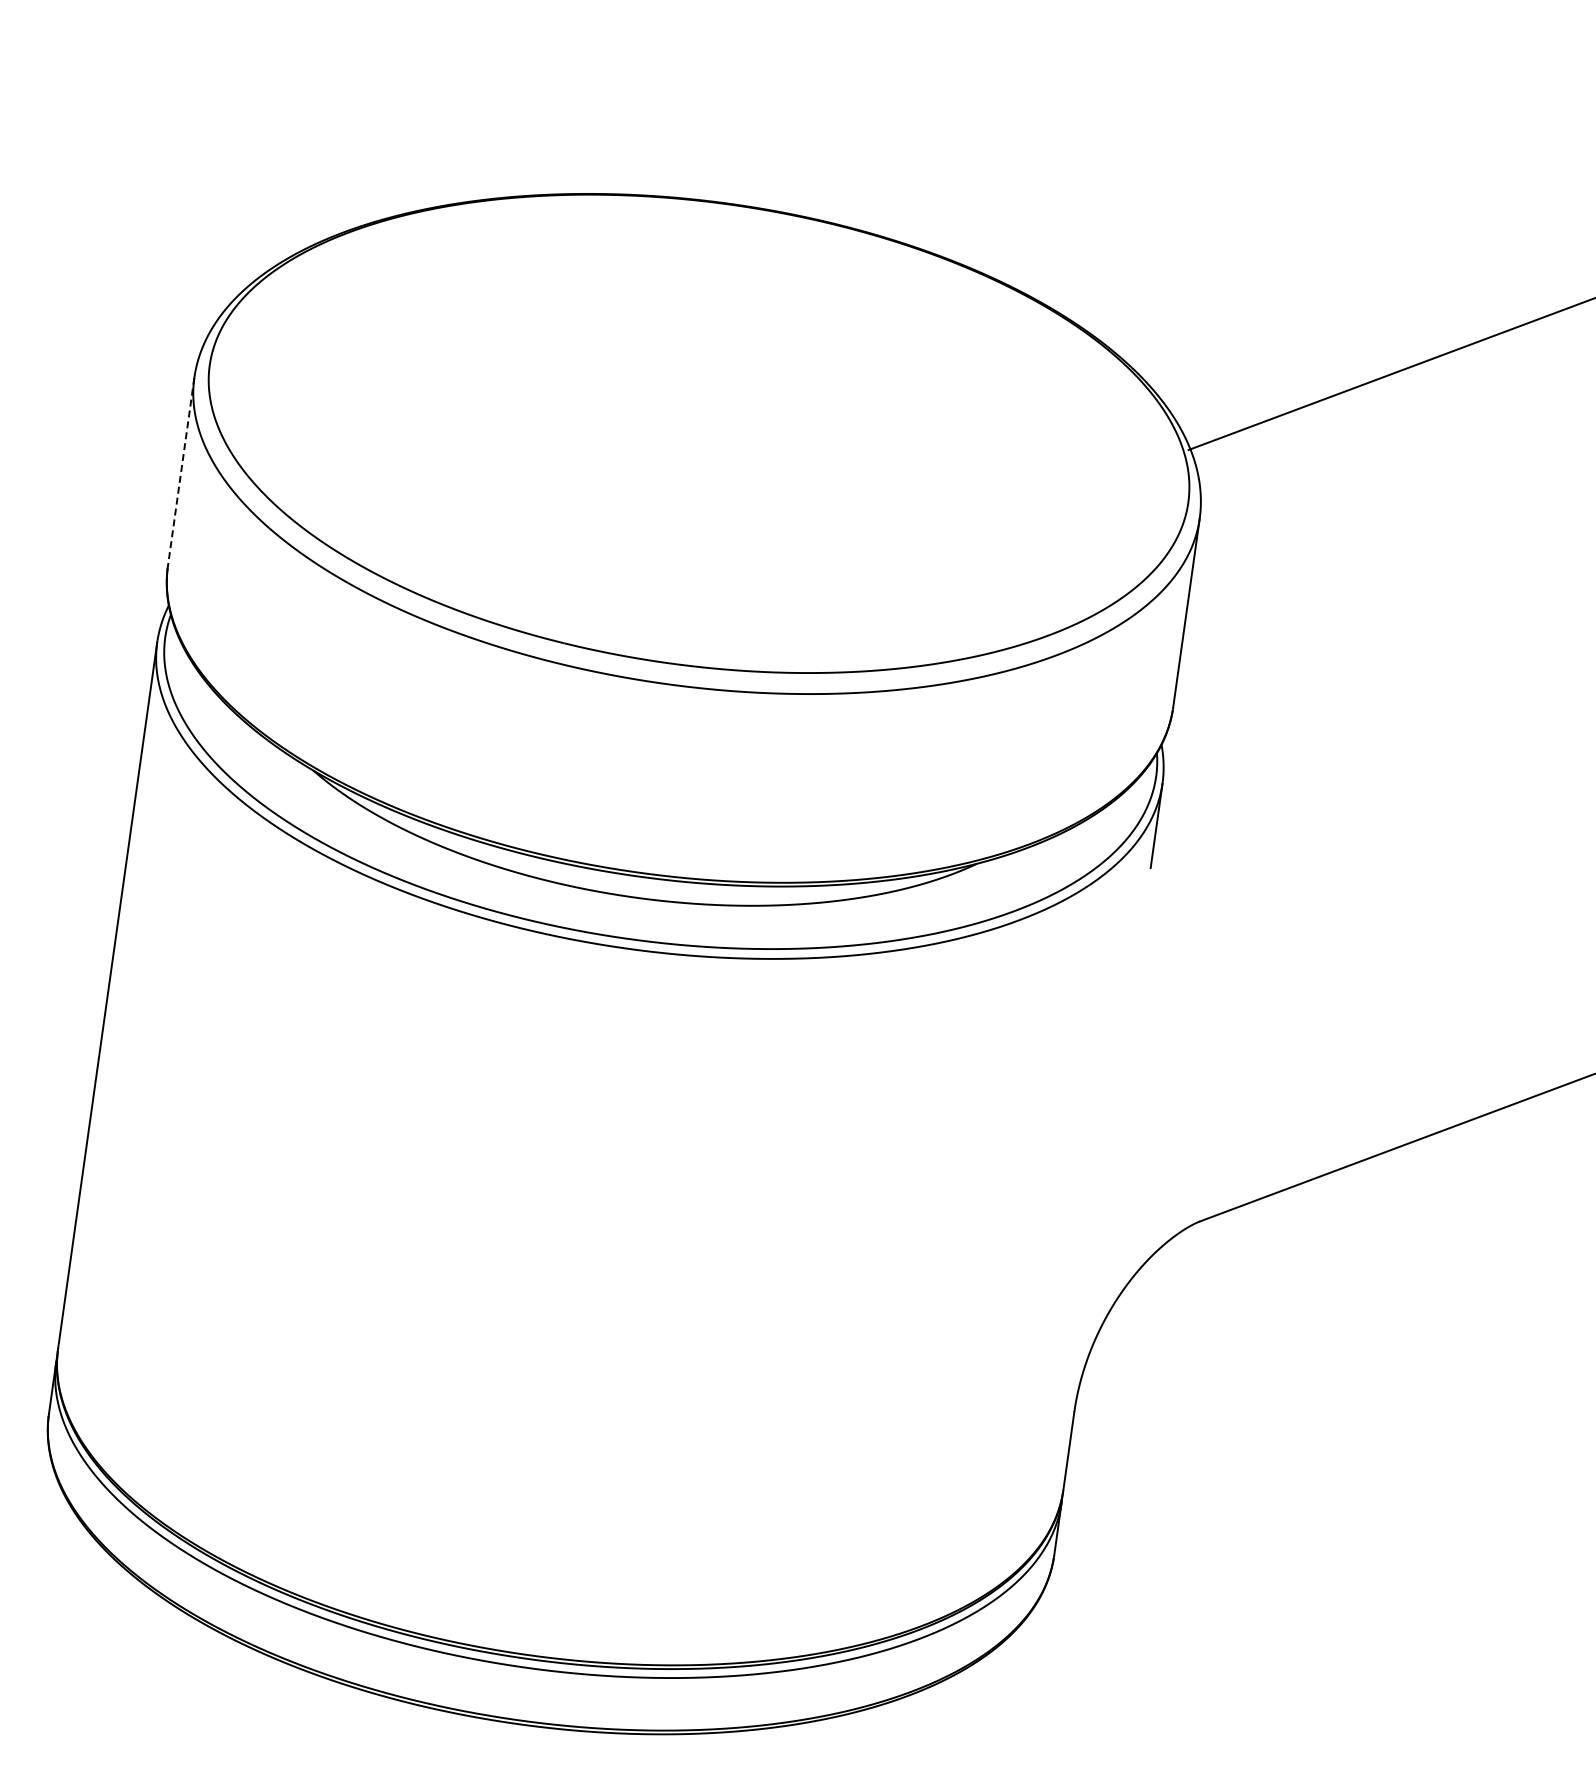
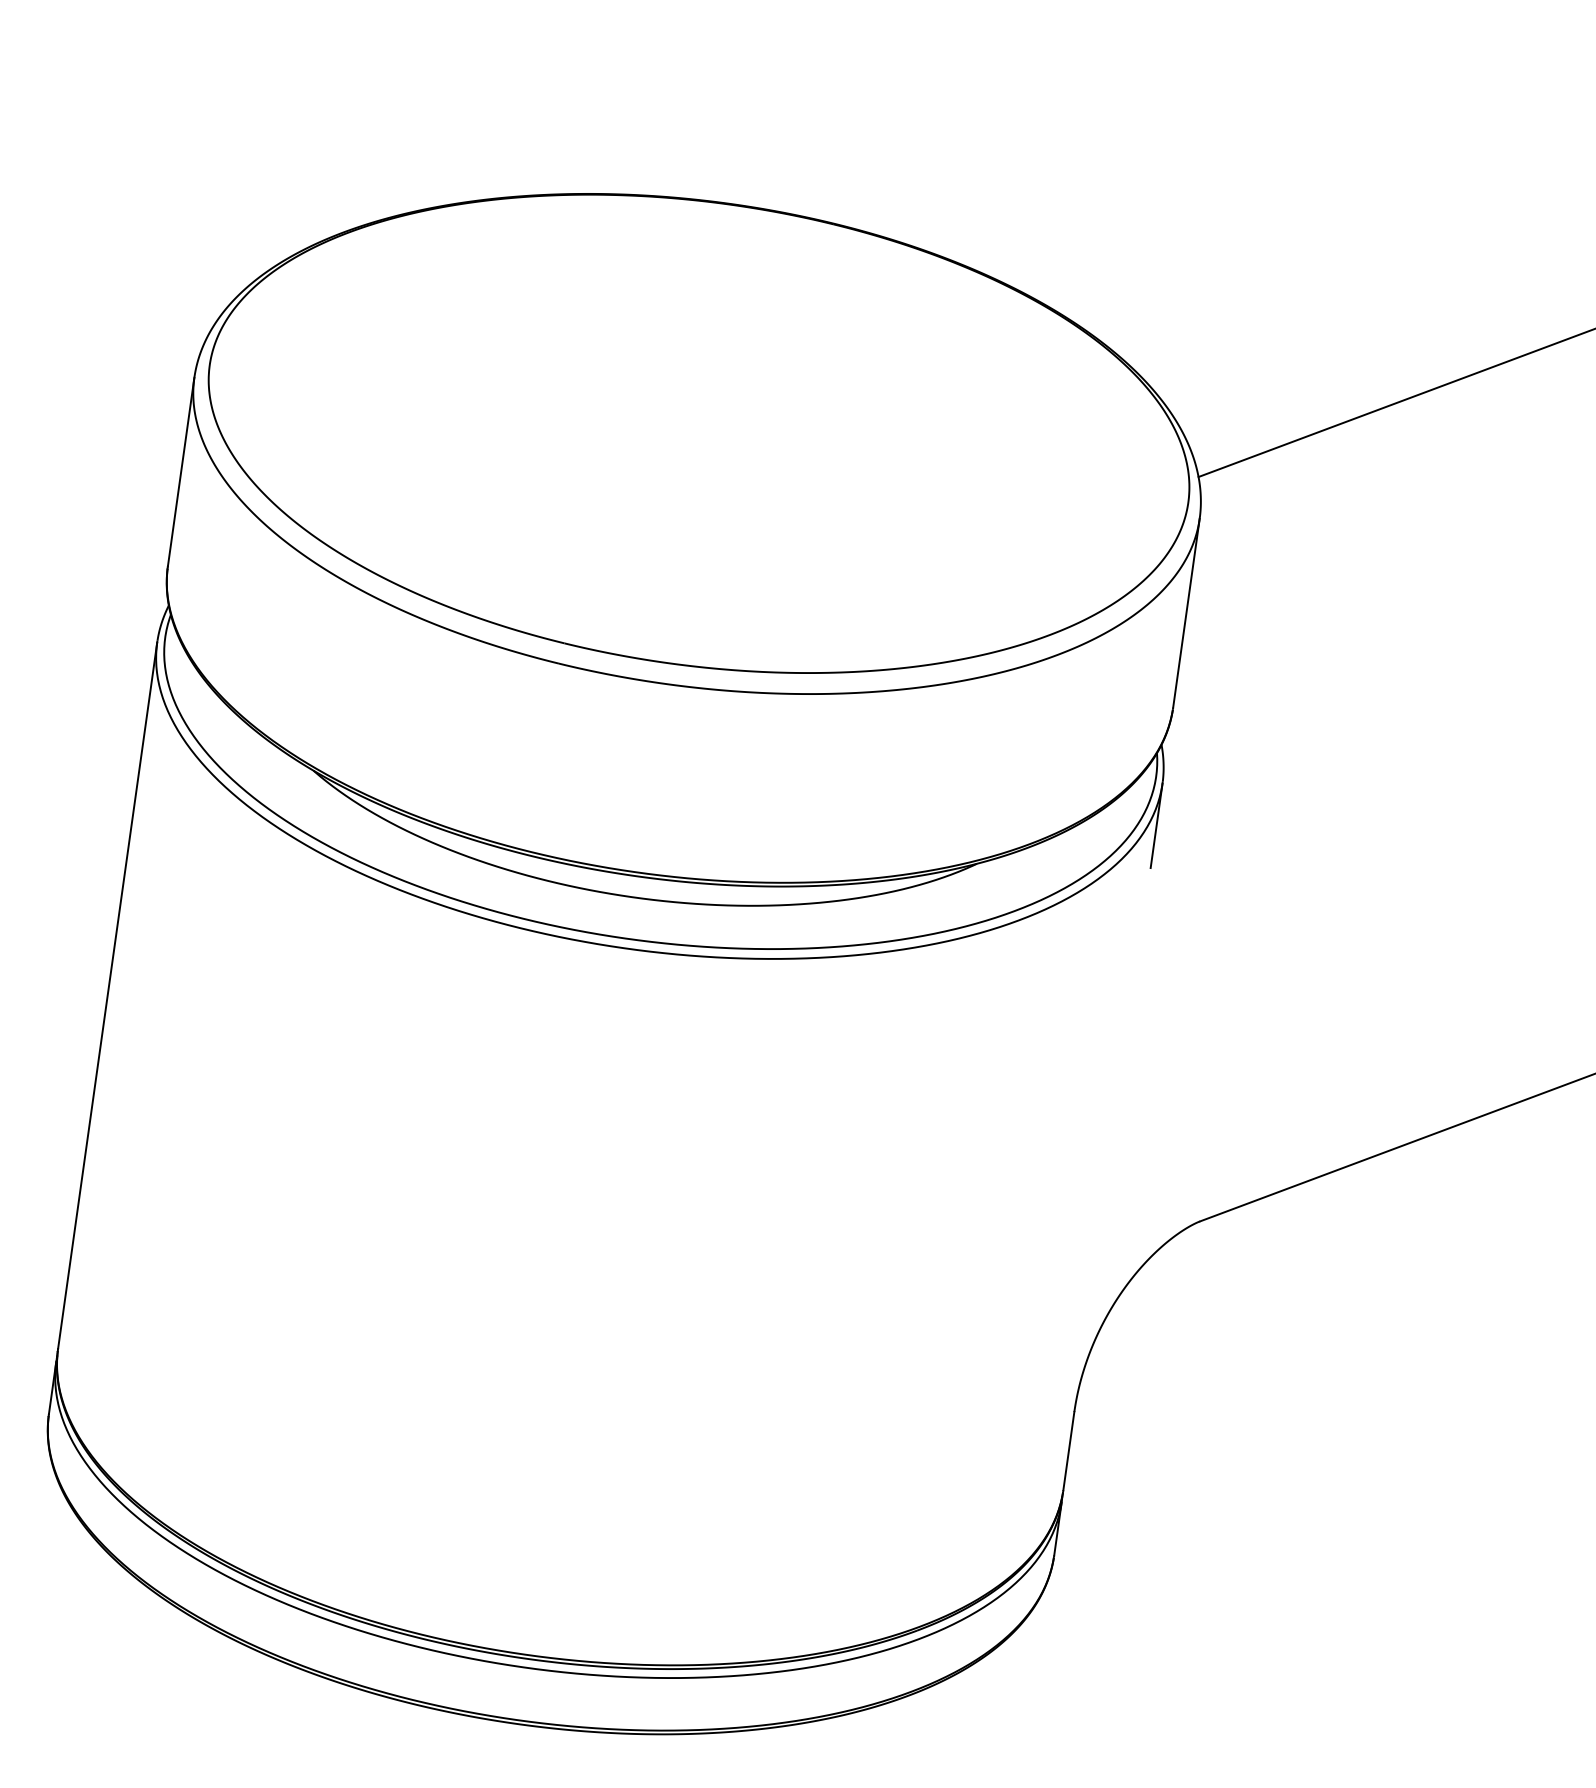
line at (1390, 374) position: (1390, 374) -> (1395, 403)
line at (181, 472): dashed -> solid
